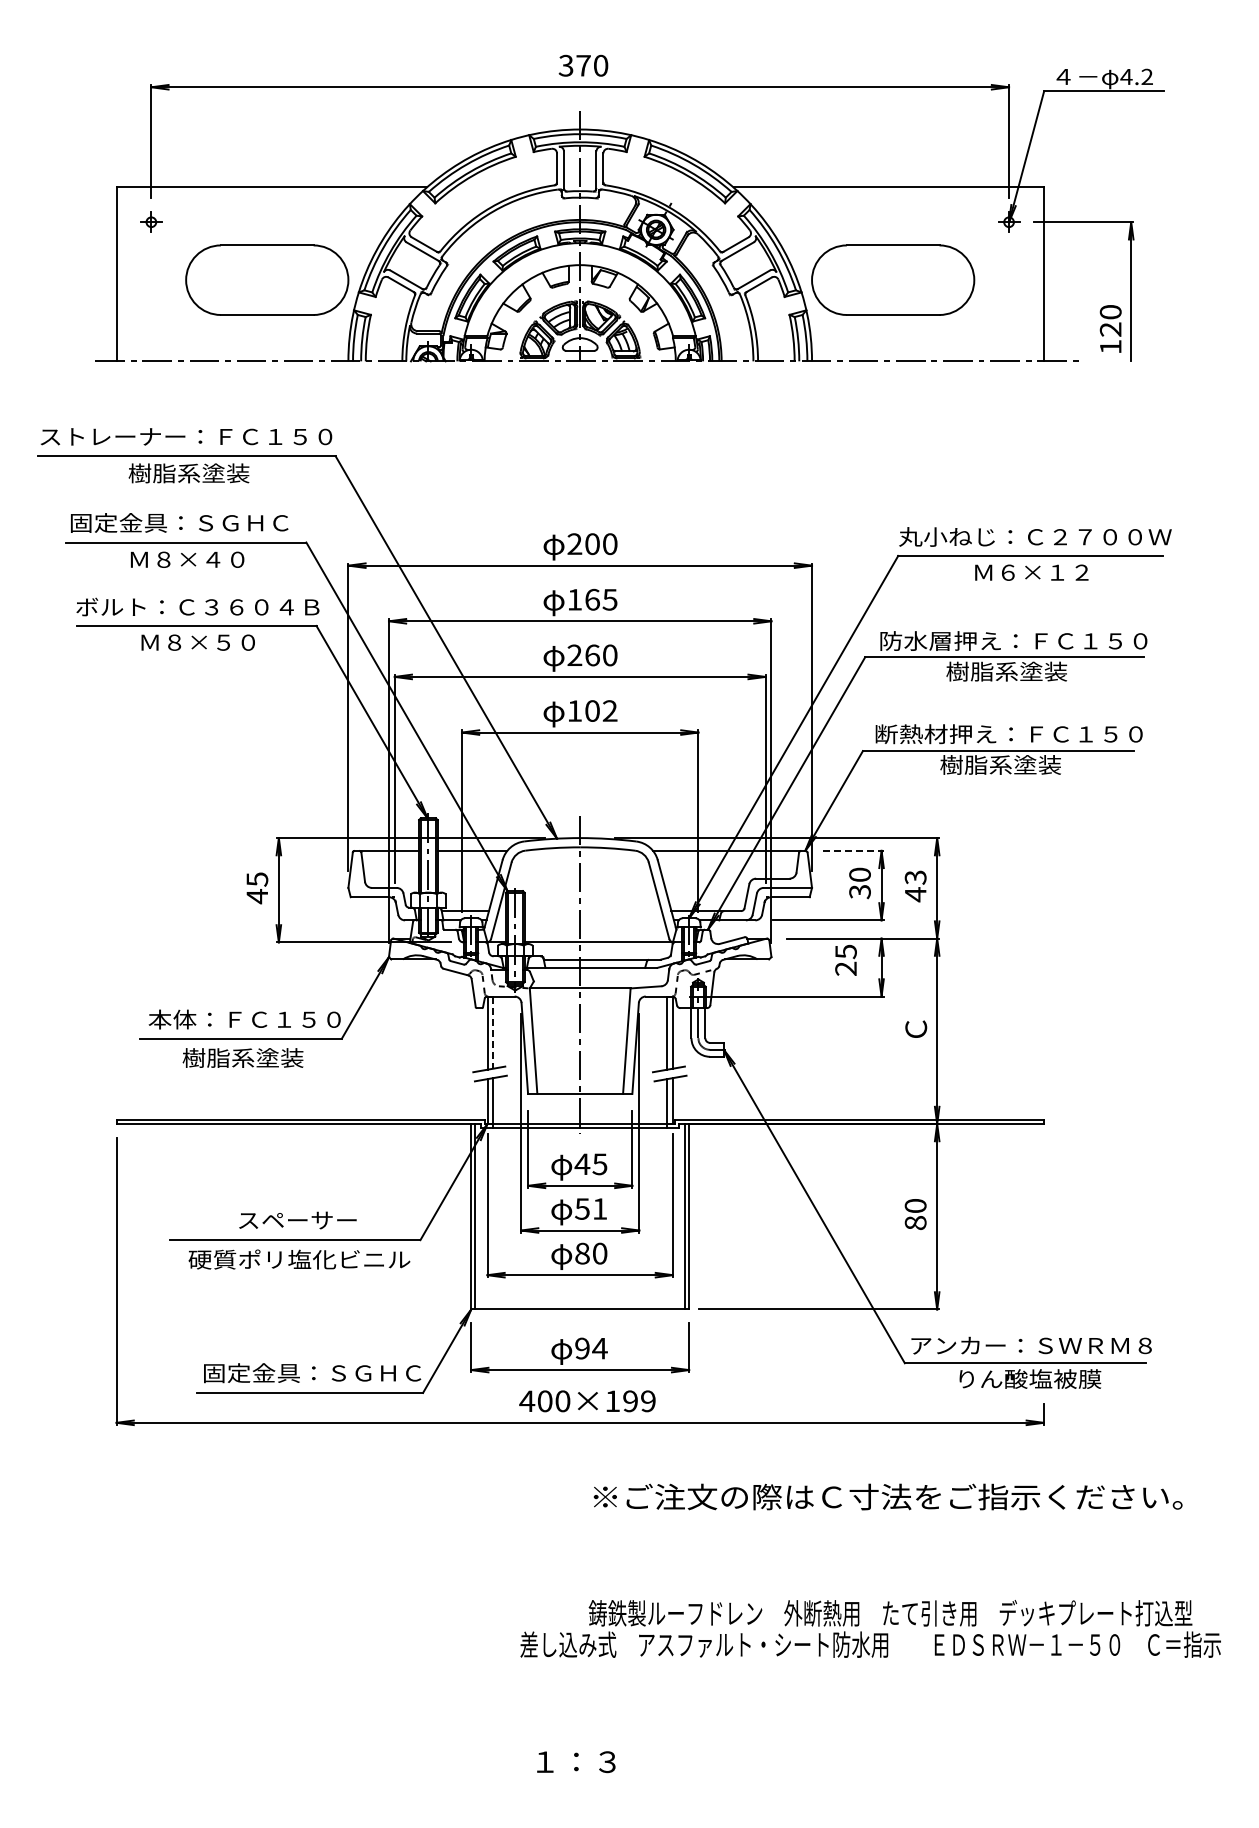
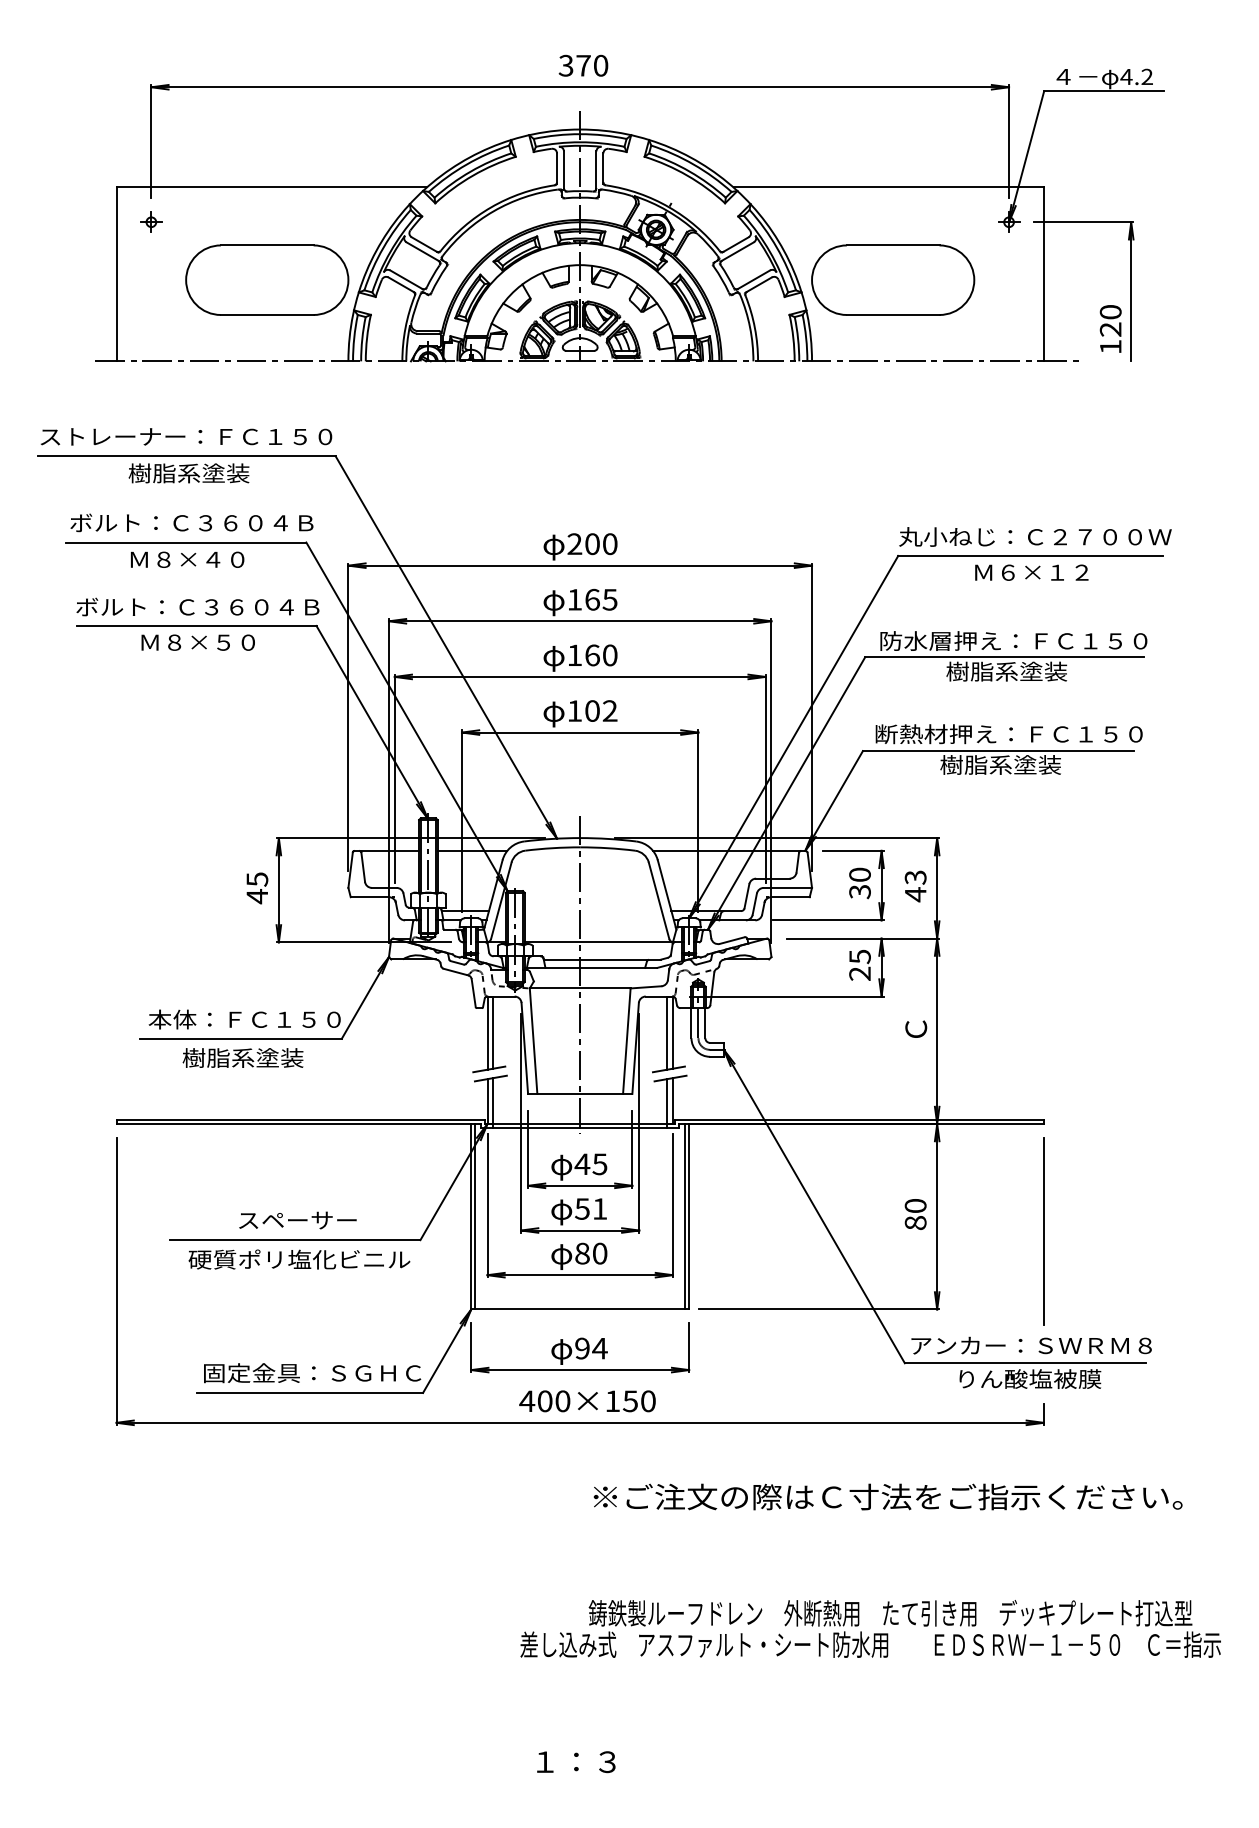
text at (191, 522): 固定金具：ＳＧＨＣ -> ボルト：Ｃ３６０４Ｂ
text at (574, 654): 260 -> 160
line at (853, 850): dashed -> solid
text at (845, 960) position: (845, 960) -> (859, 965)
line at (493, 1033): dashed -> solid
line at (1043, 1230): none -> present
text at (638, 1401): 400×199 -> 400×150
